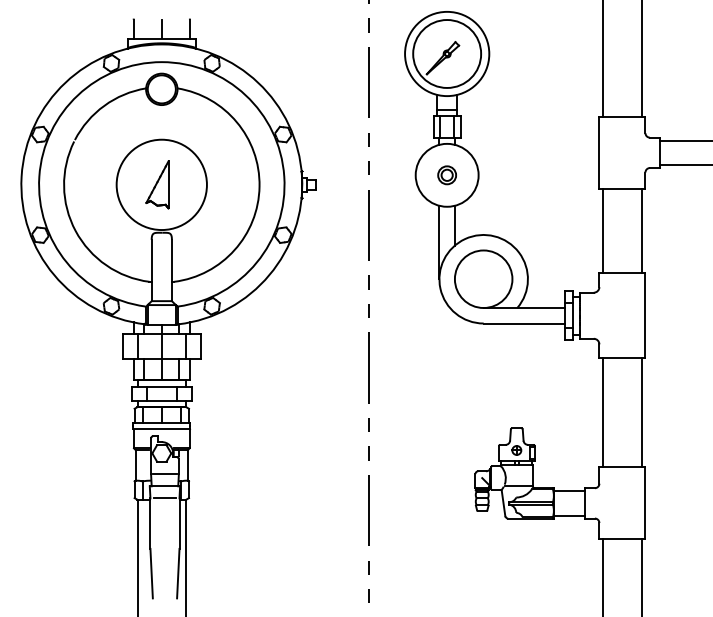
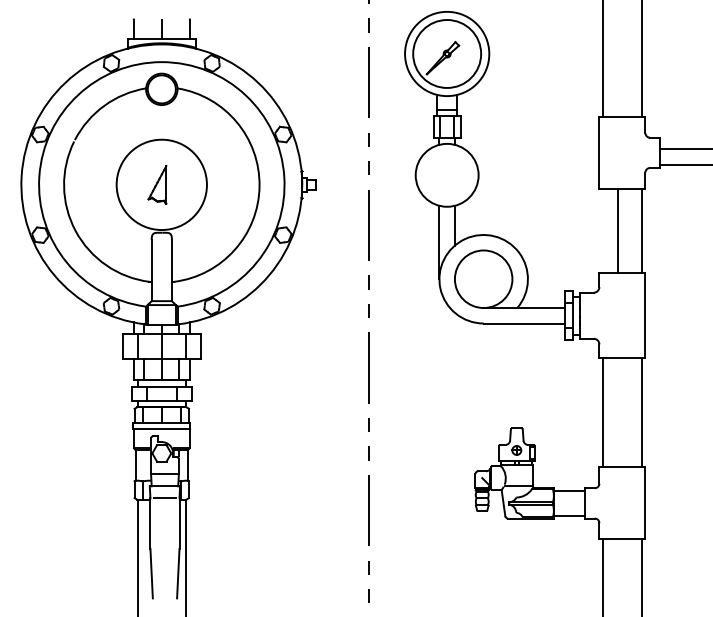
line at (684, 140) position: (684, 140) -> (684, 148)
part at (446, 175): present -> none
part at (157, 184) size: 25x50 px -> 21x40 px
line at (603, 230) position: (603, 230) -> (618, 230)
